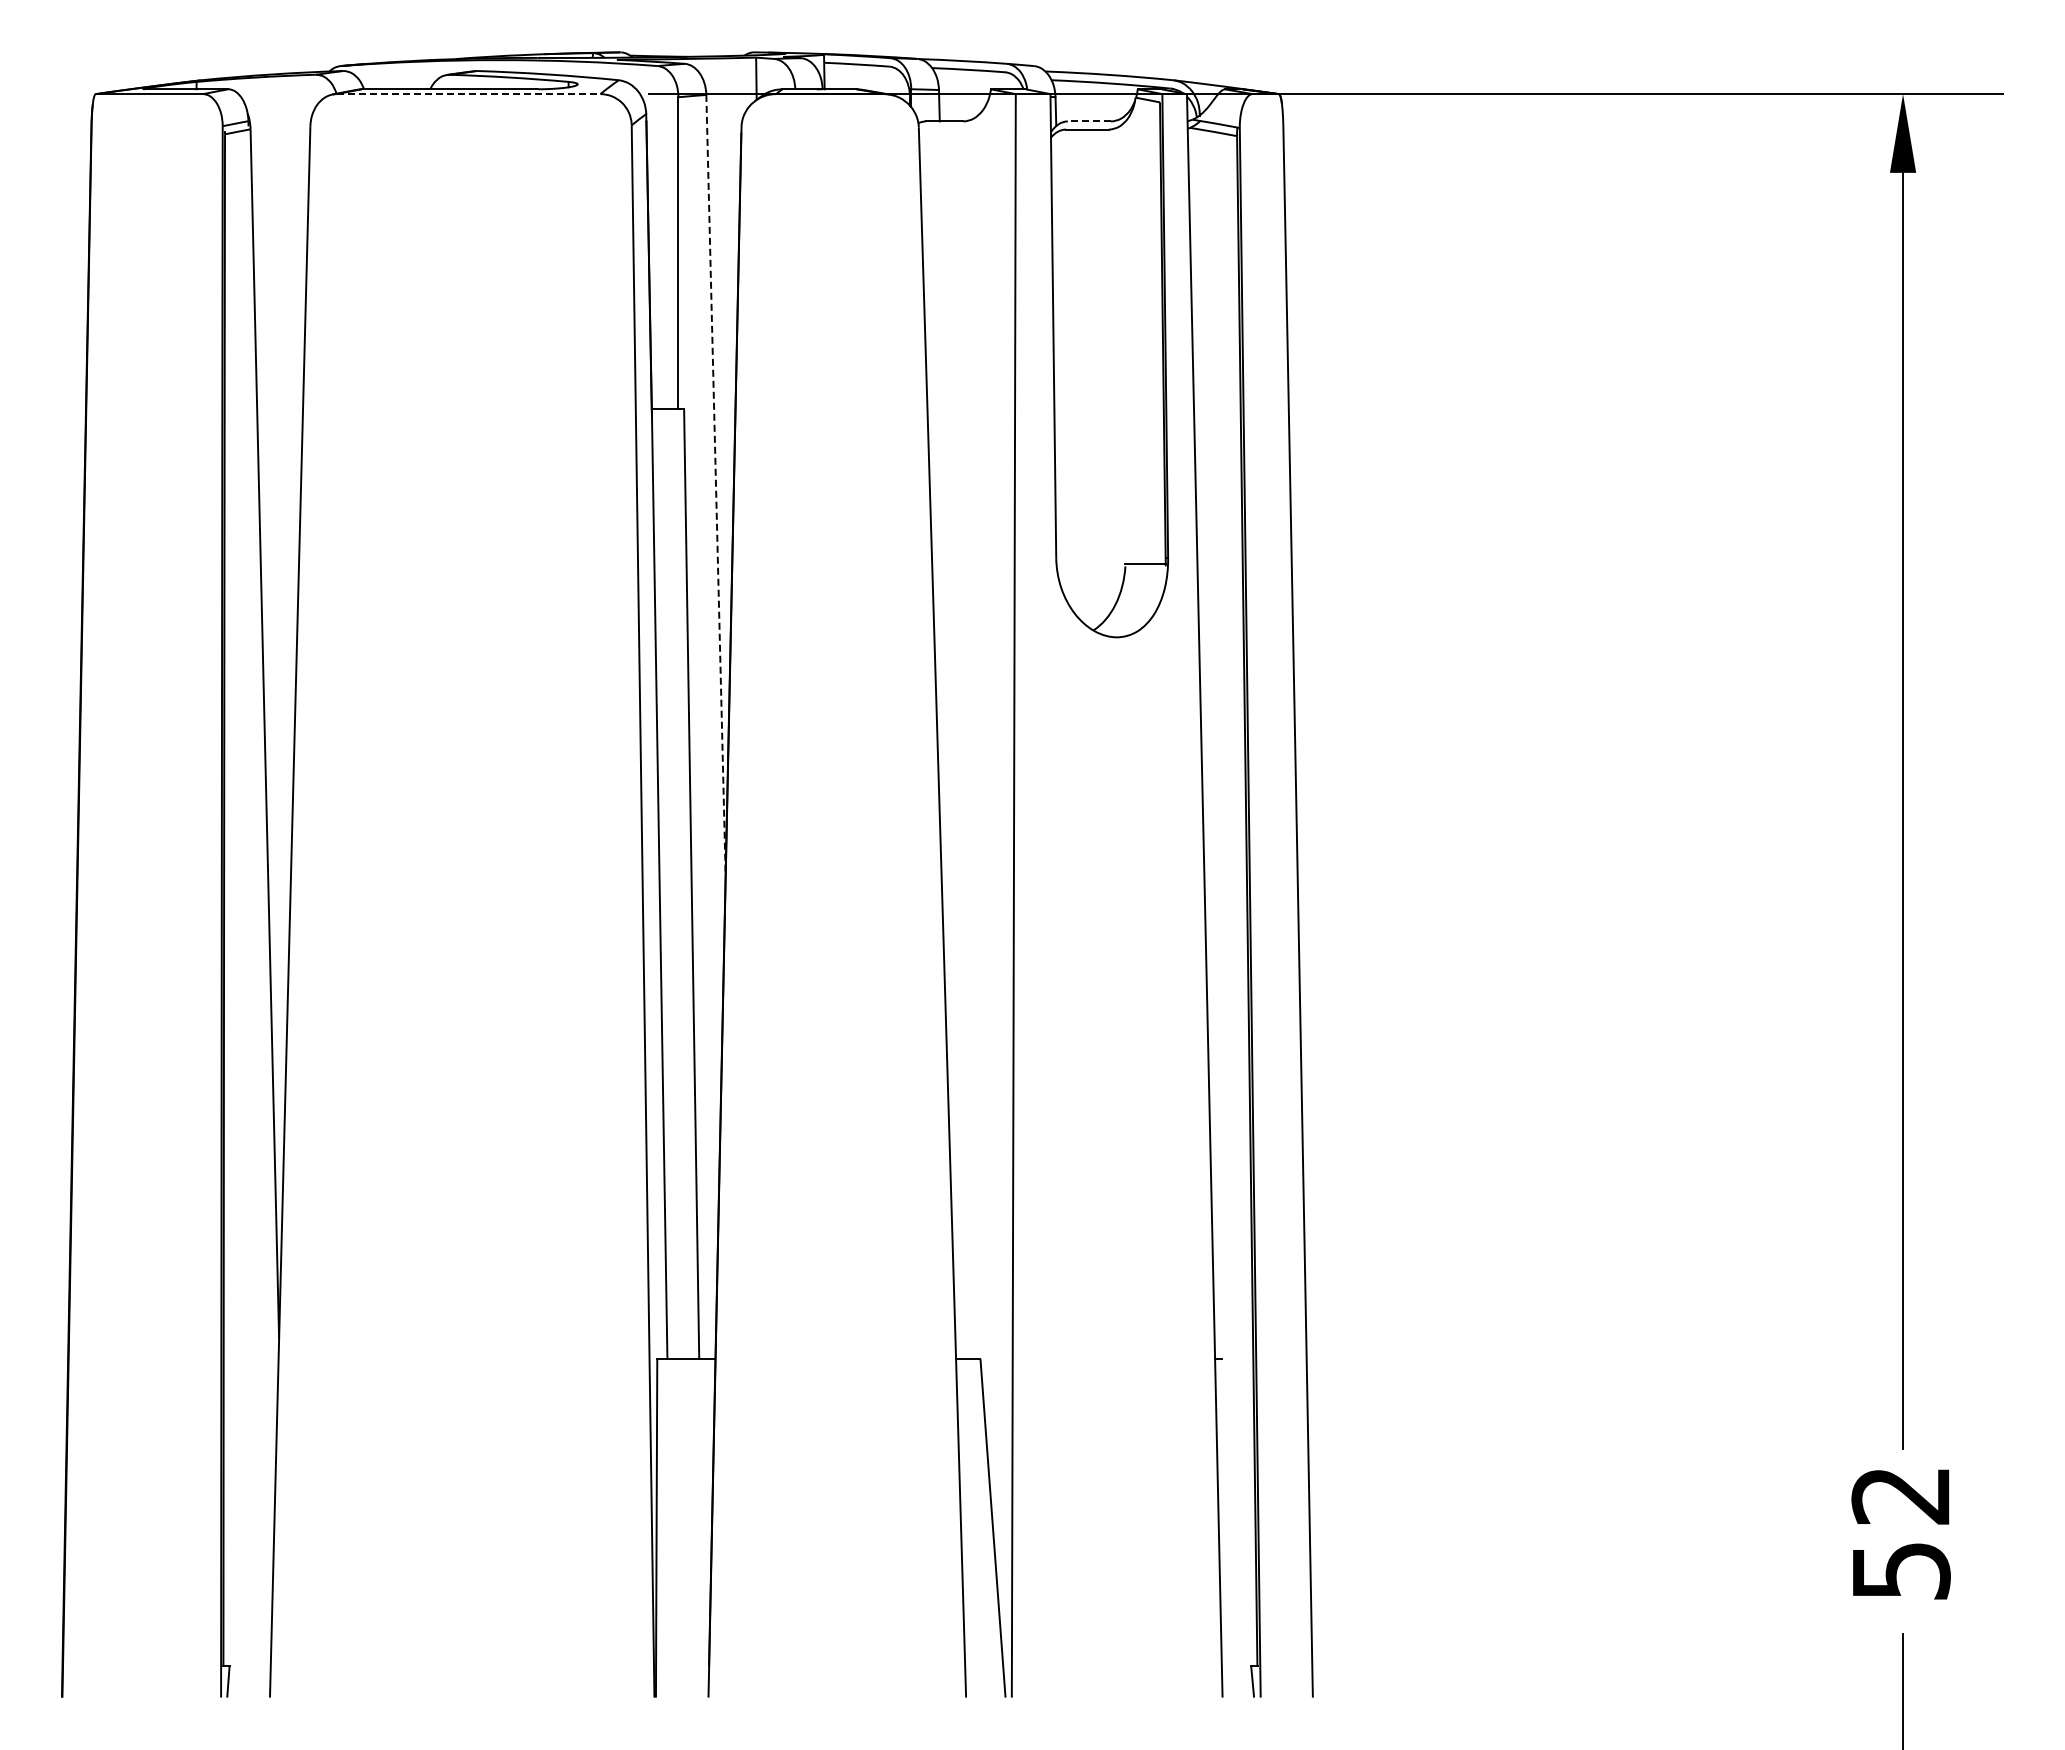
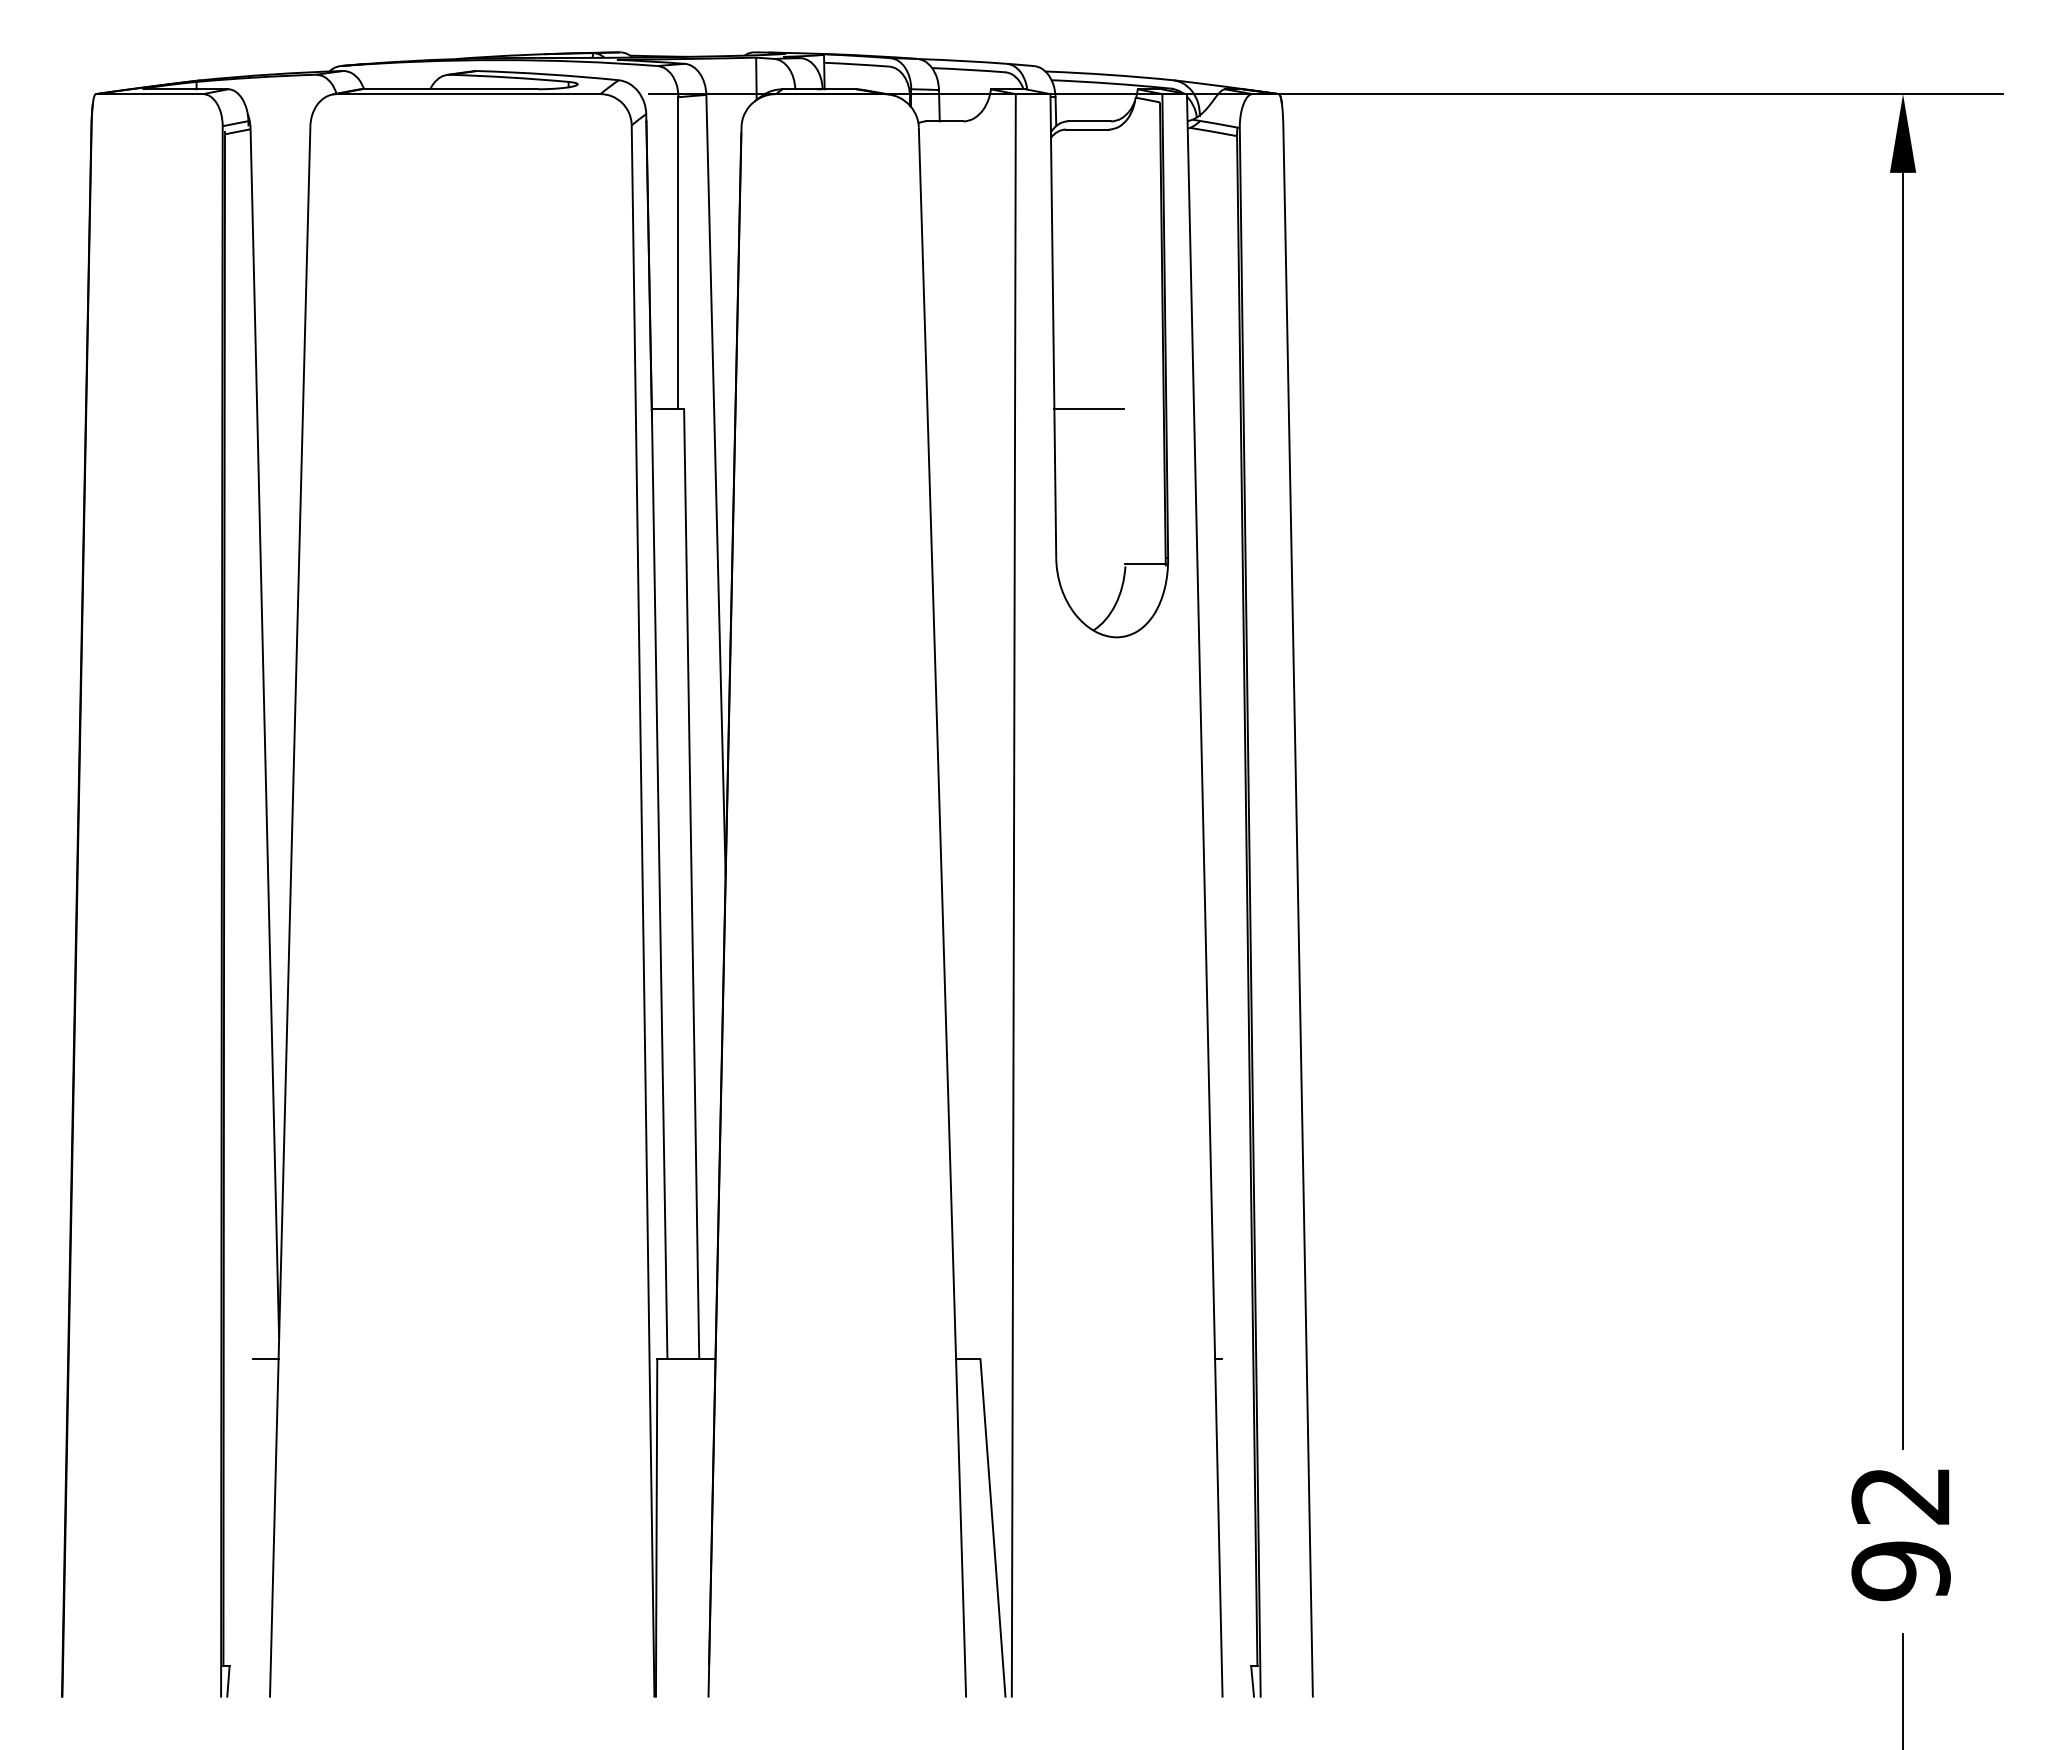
line at (468, 94): dashed -> solid
line at (1089, 121): dashed -> solid
line at (1088, 409): none -> present
line at (716, 485): dashed -> solid
line at (265, 1358): none -> present
text at (1900, 1571): 52 -> 92
